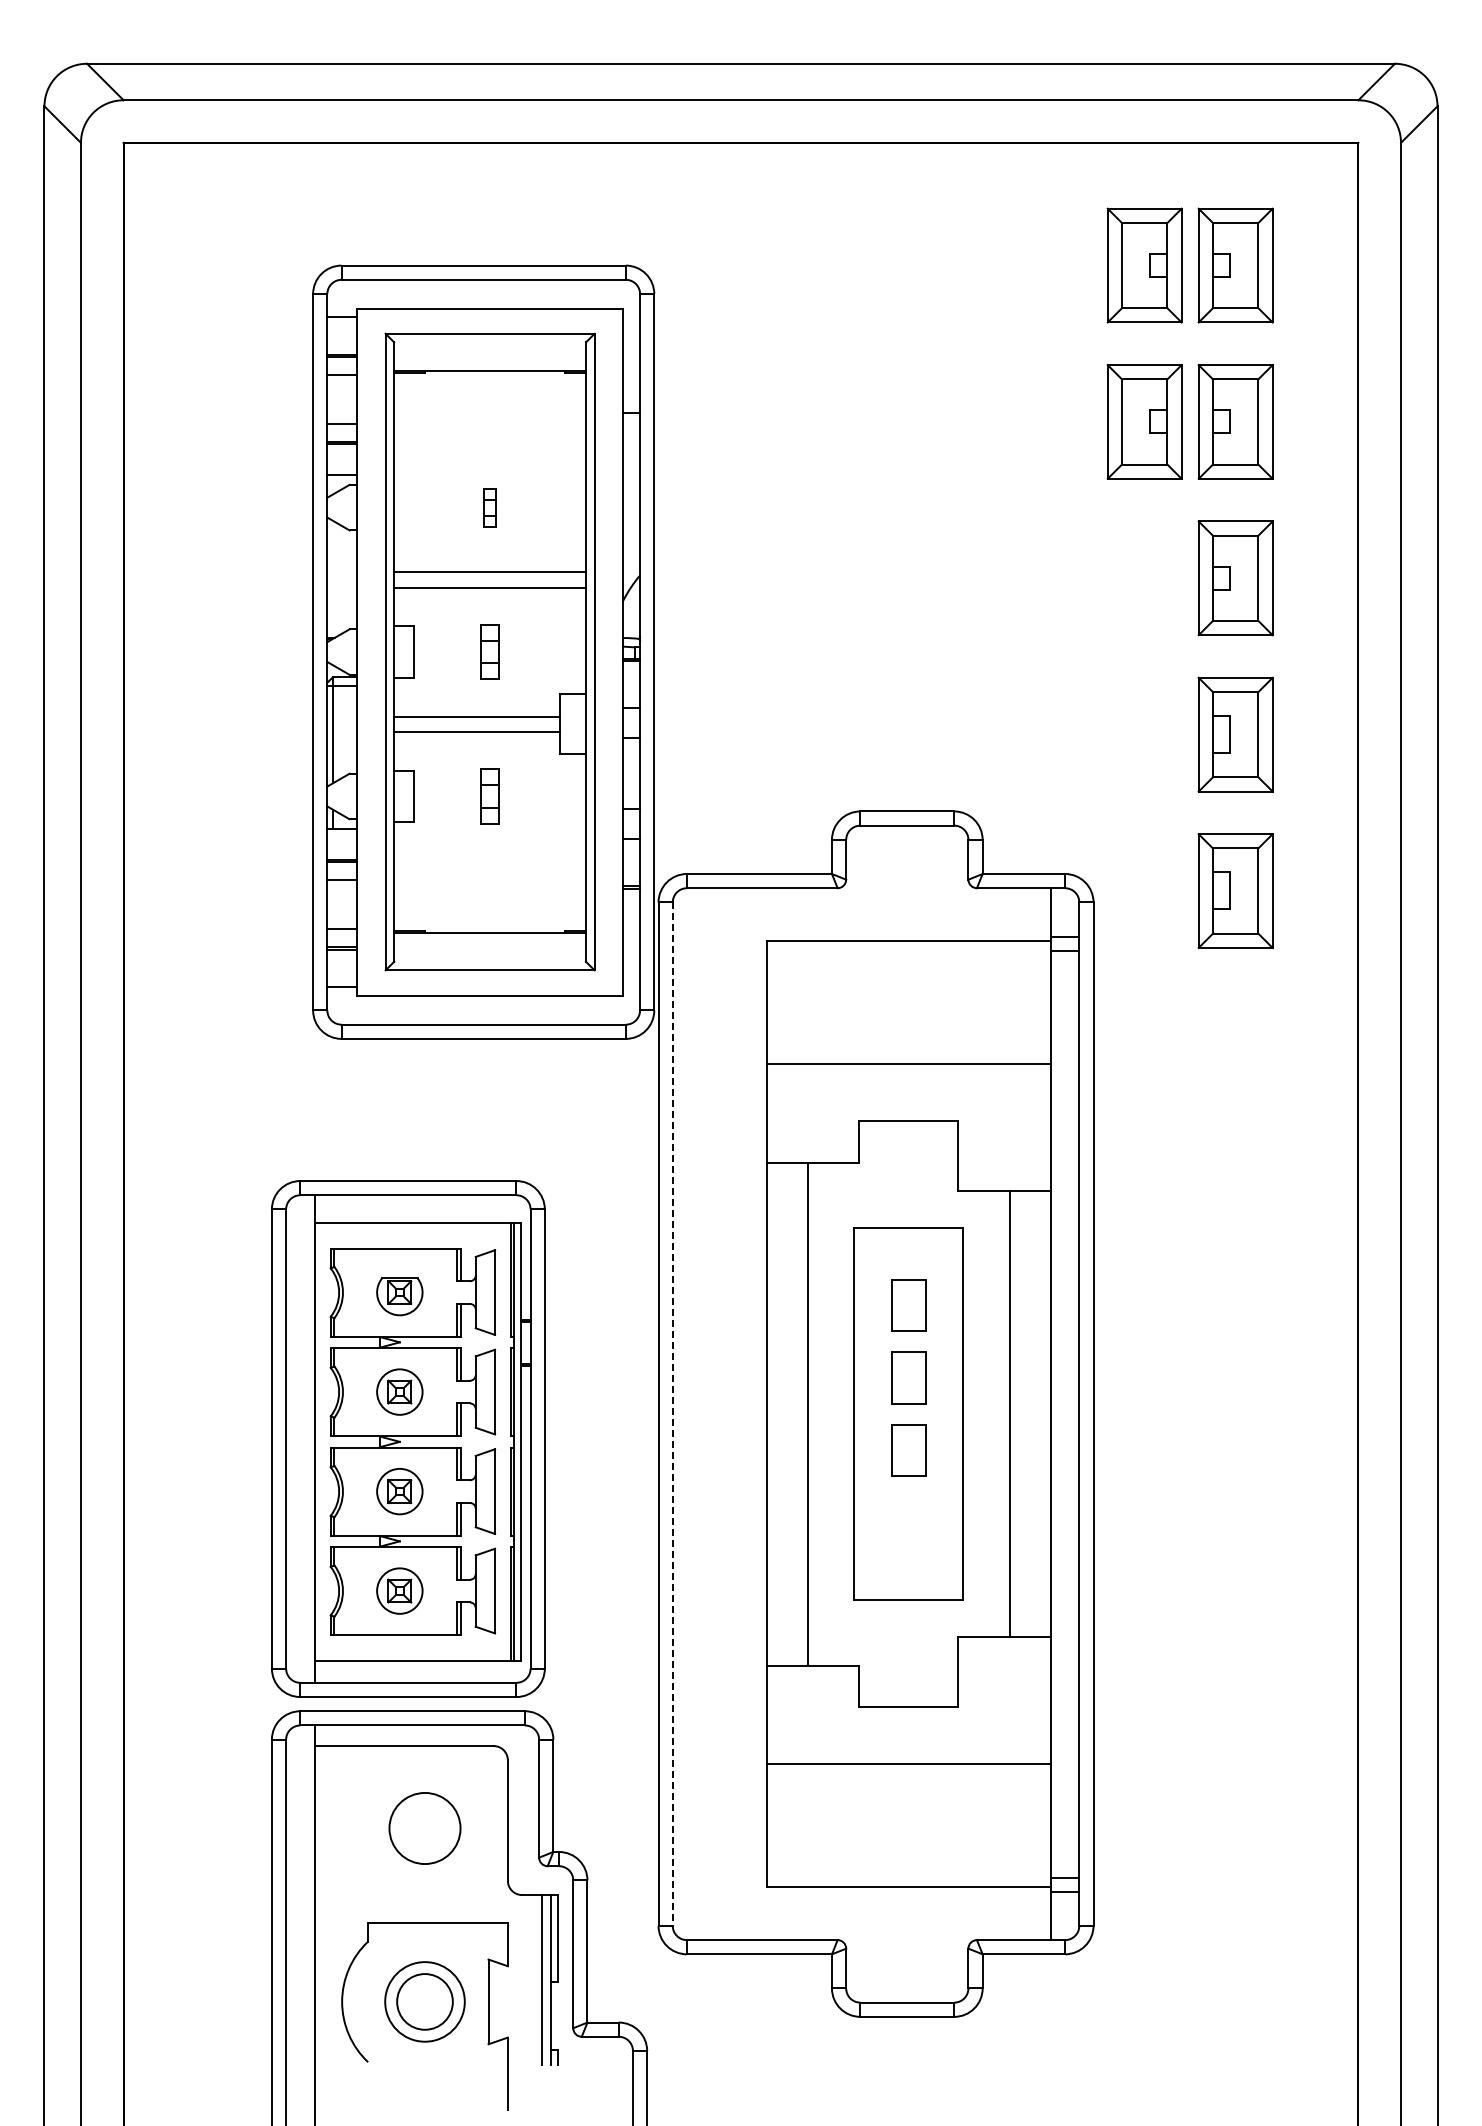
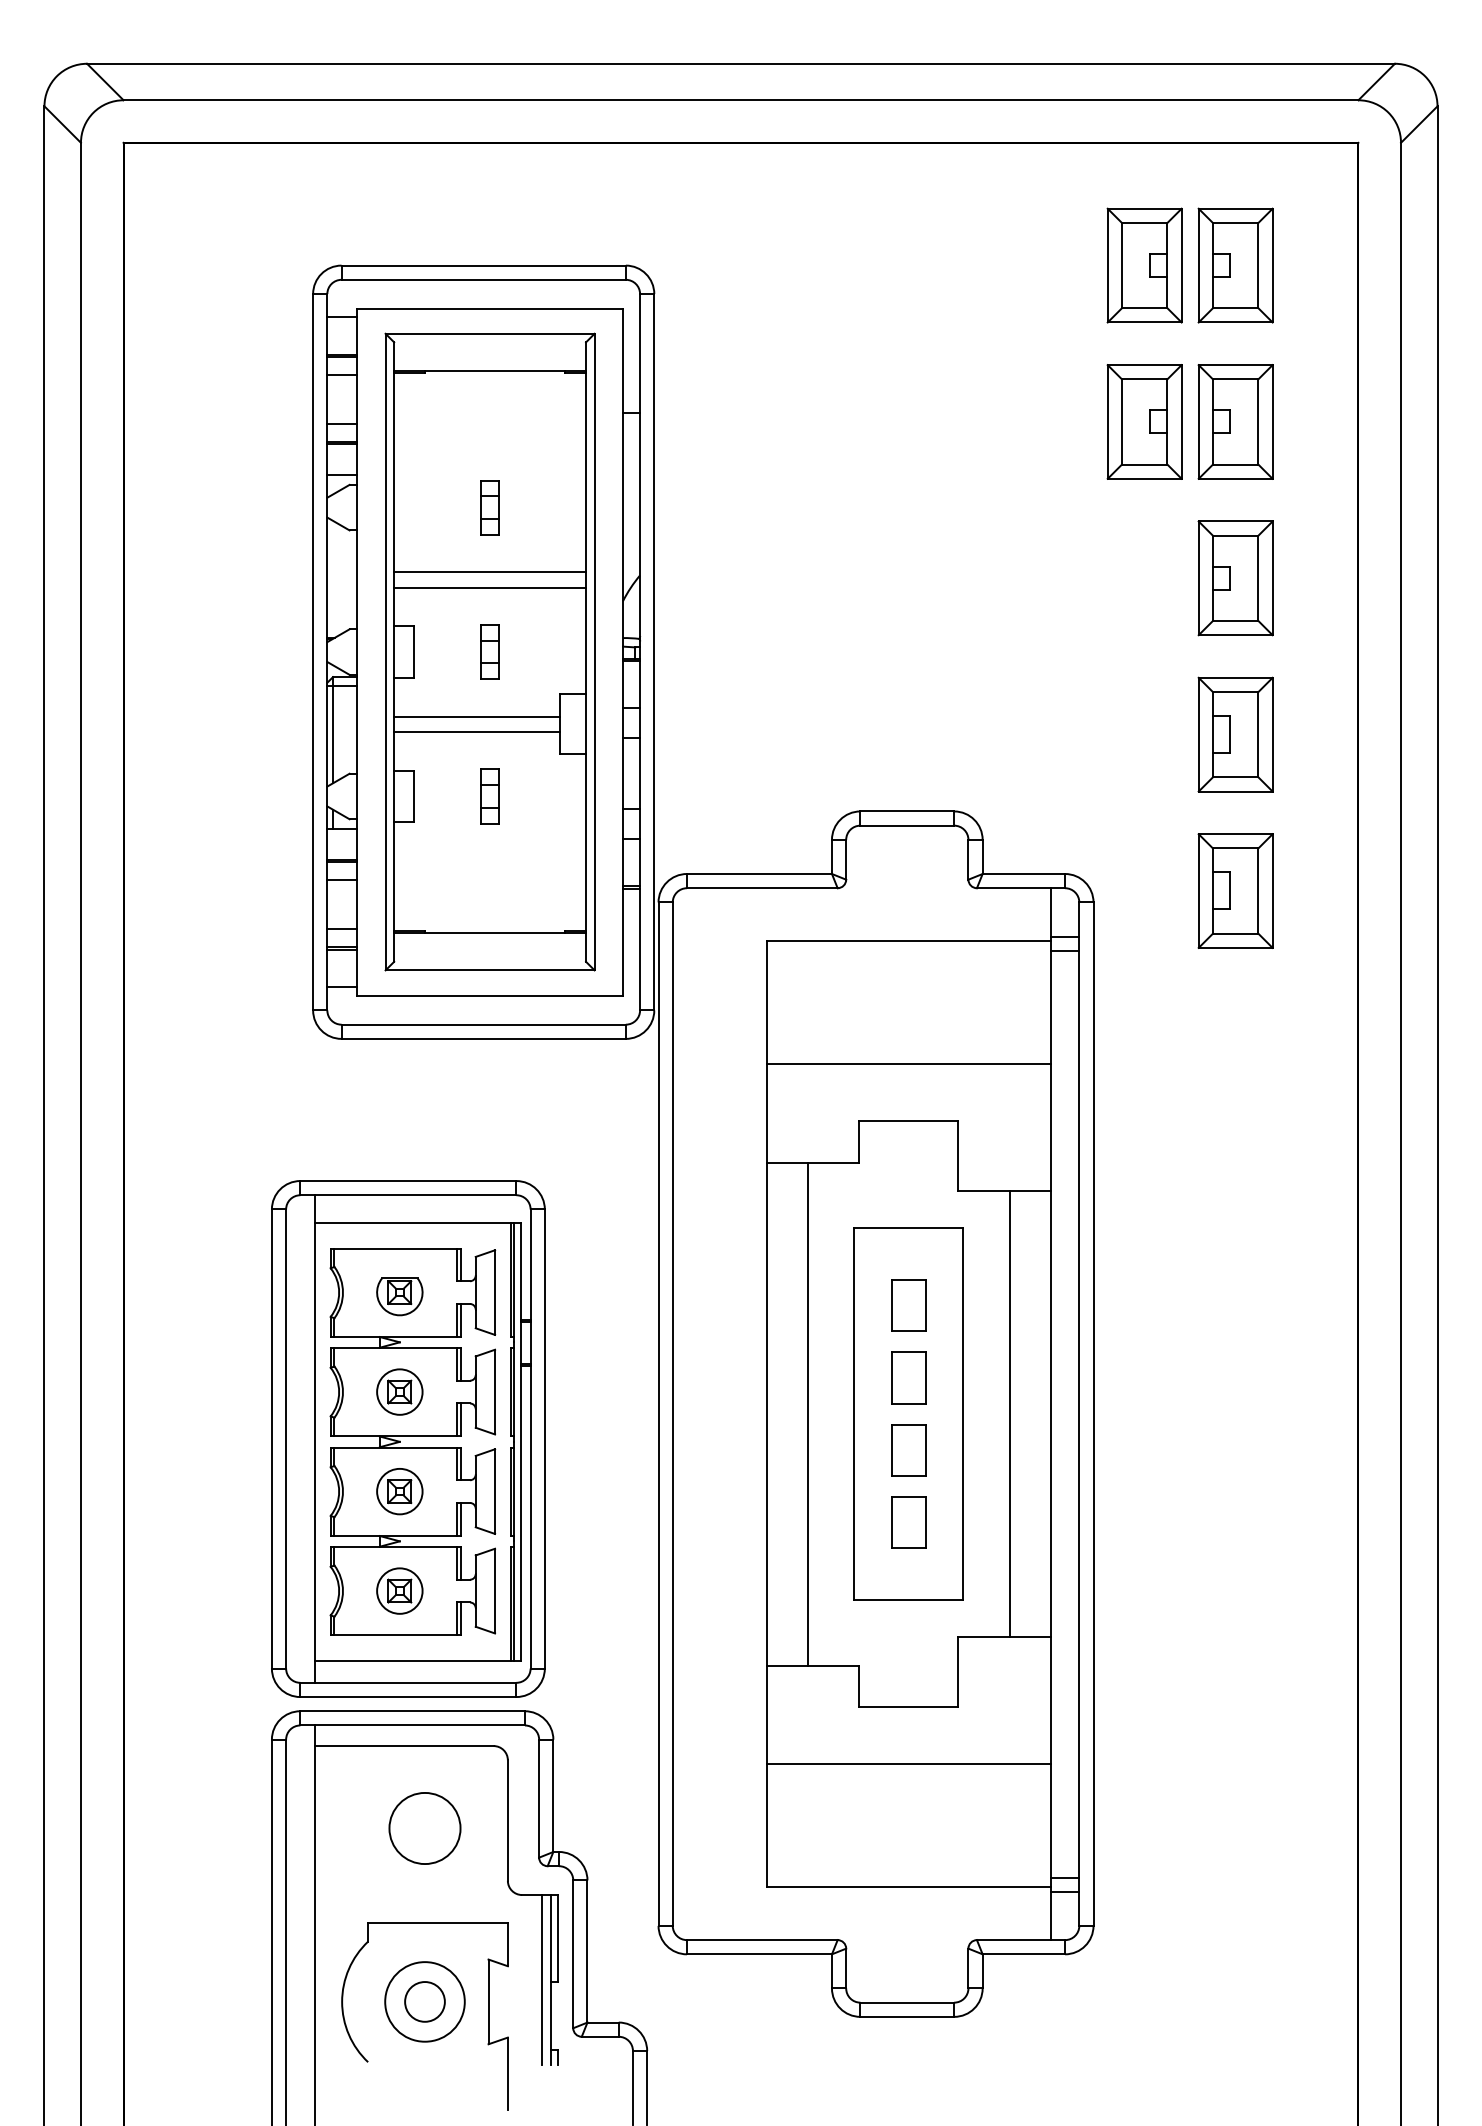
part at (489, 507) size: 14x40 px -> 20x56 px
line at (672, 1414): dashed -> solid
part at (908, 1522): none -> present
circle at (424, 2001) diameter: 56 px -> 40 px
